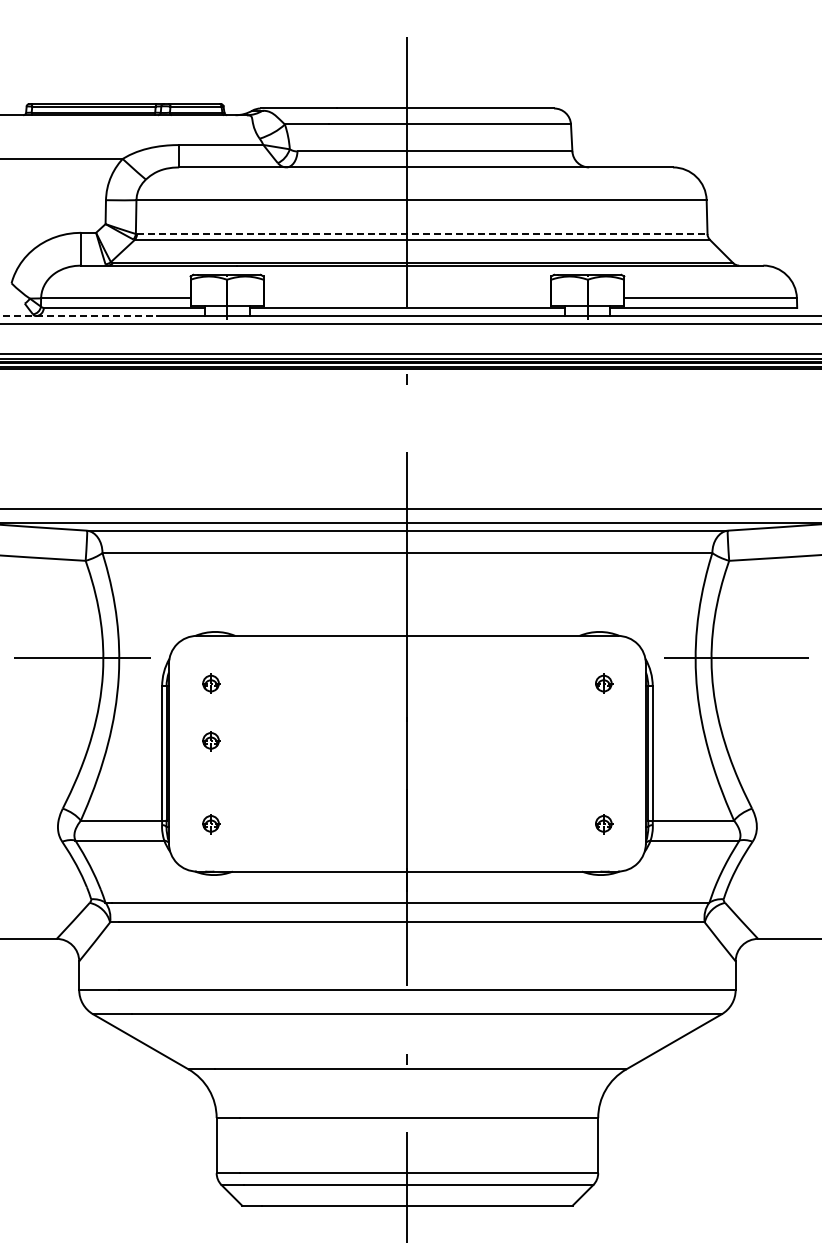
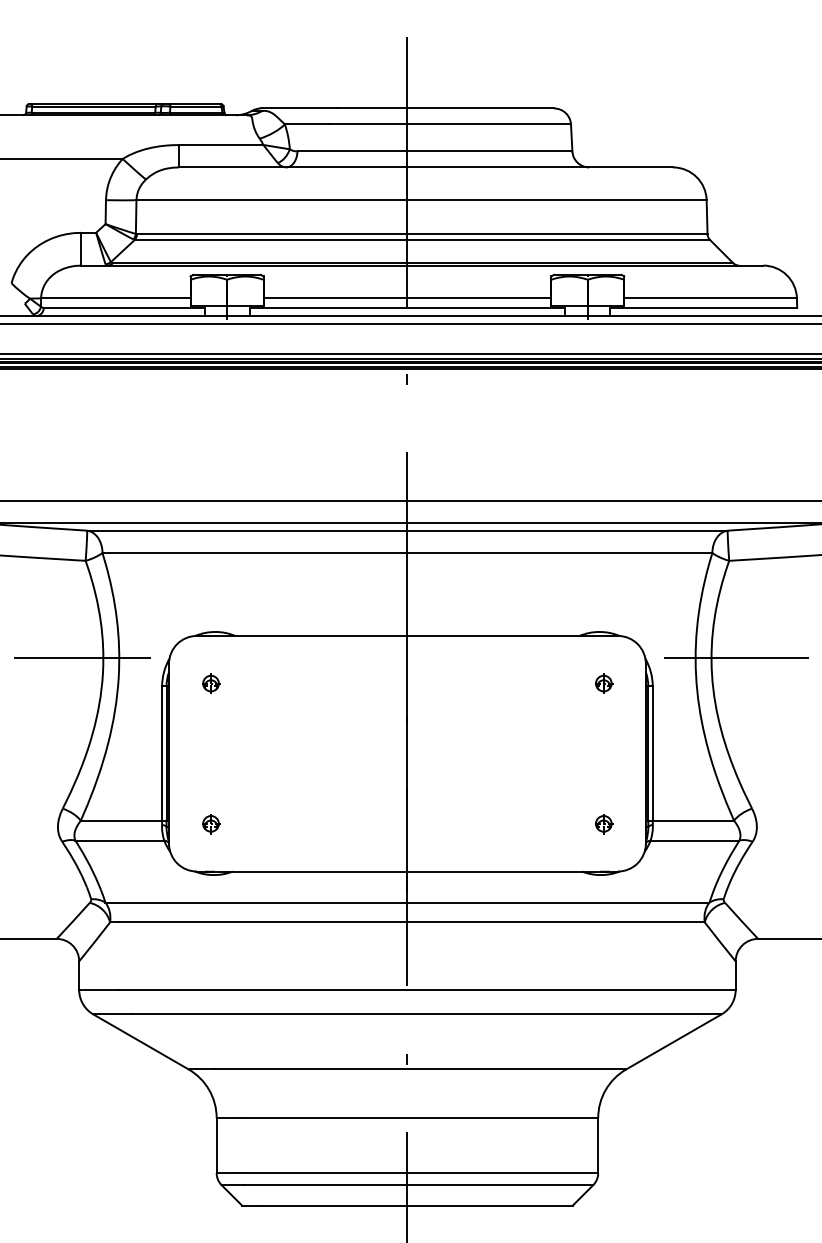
line at (422, 234): dashed -> solid
line at (407, 298): none -> present
line at (78, 316): dashed -> solid
line at (410, 508) position: (410, 508) -> (410, 500)
part at (211, 741): present -> none
